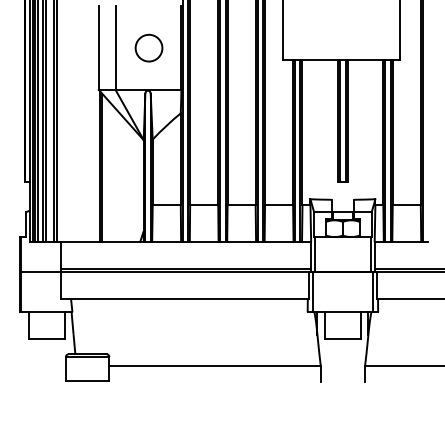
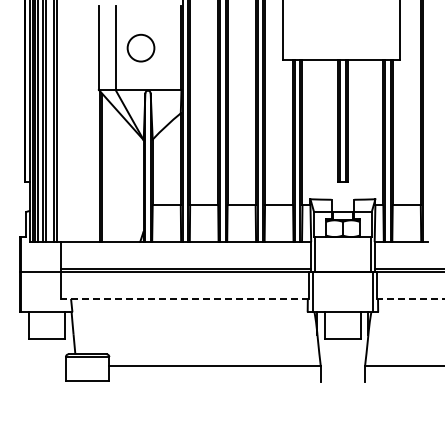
circle at (148, 47) position: (148, 47) -> (140, 47)
line at (184, 298): solid -> dashed
line at (410, 298): solid -> dashed
